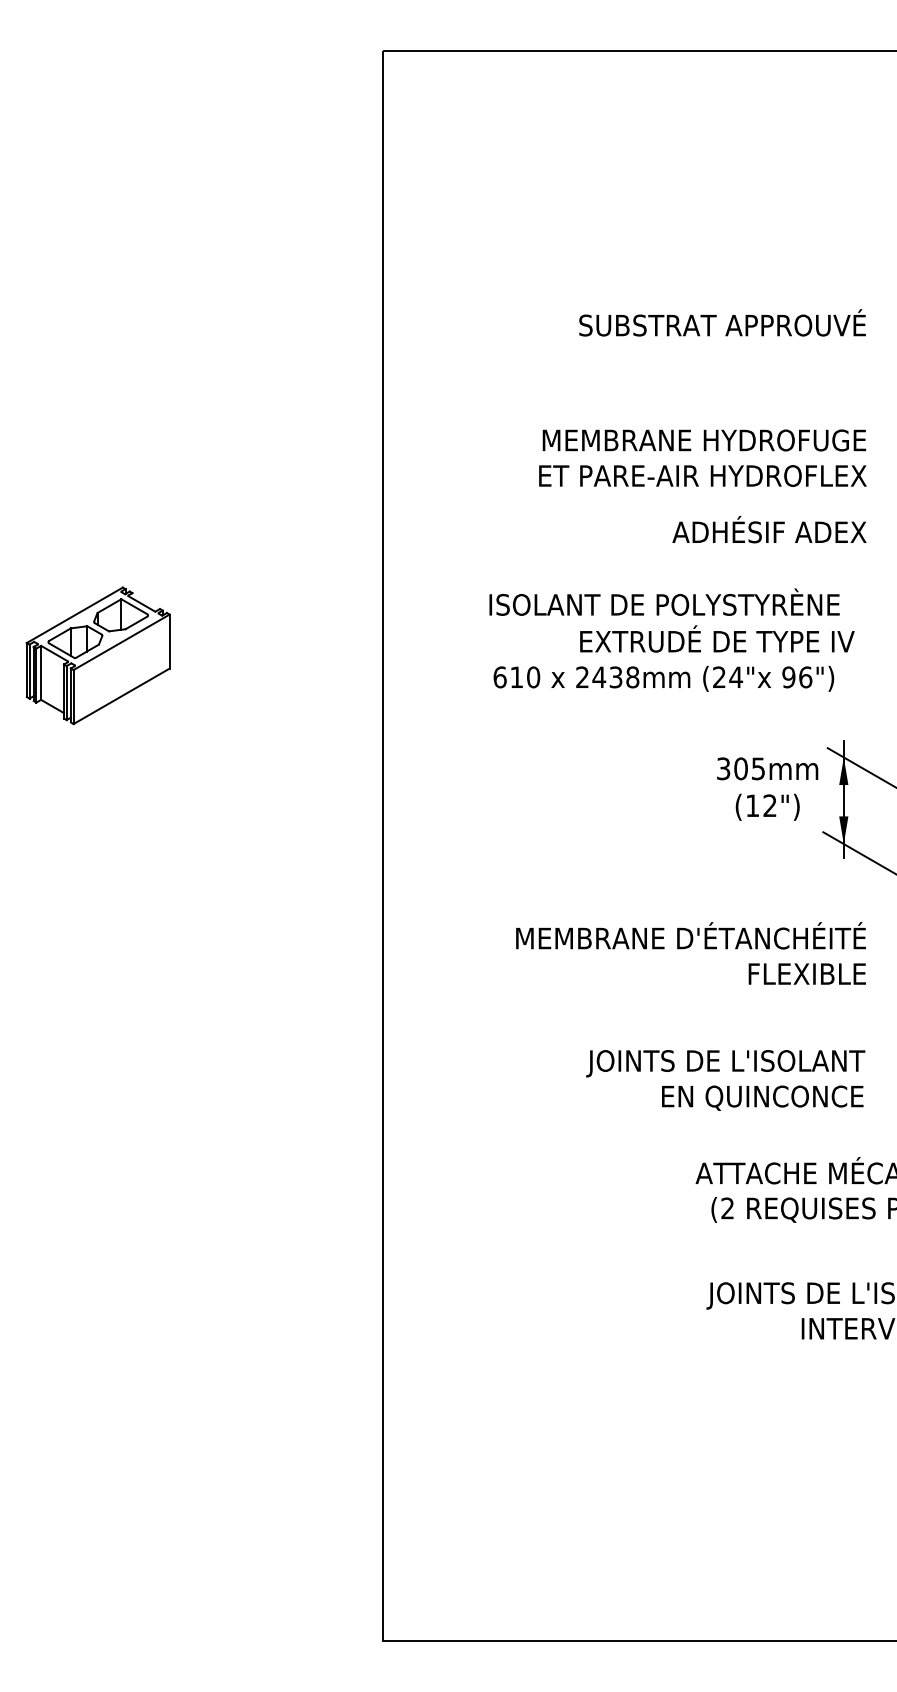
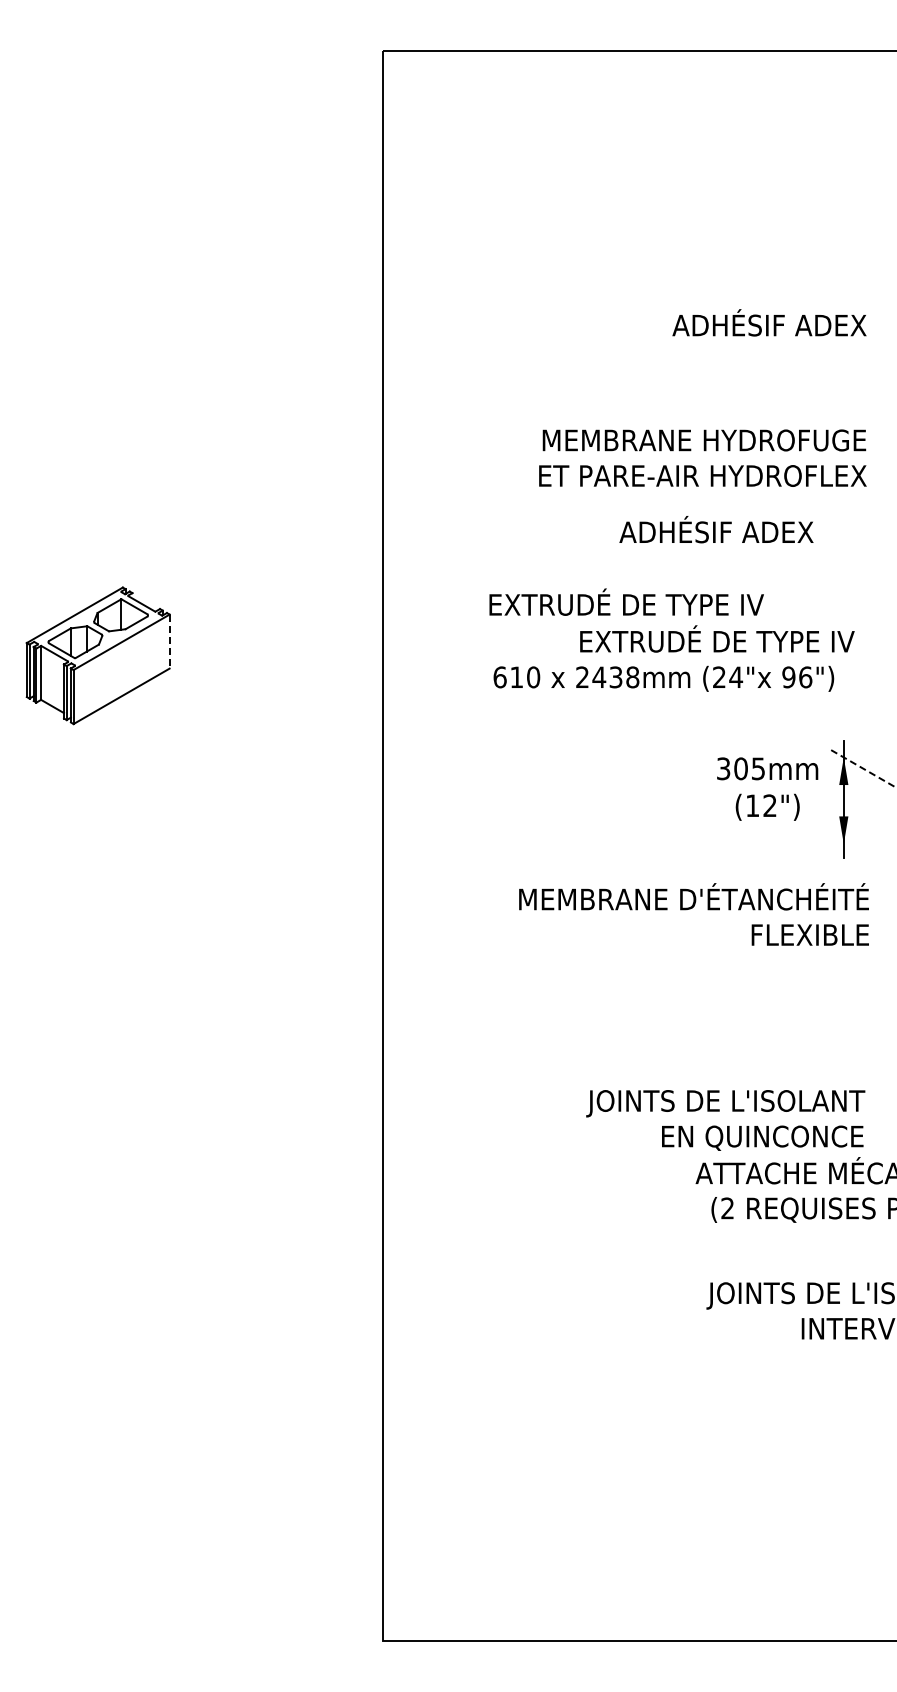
text at (722, 322): SUBSTRAT APPROUVÉ -> ADHÉSIF ADEX
text at (769, 529) position: (769, 529) -> (716, 529)
text at (665, 601): ISOLANT DE POLYSTYRÈNE -> EXTRUDÉ DE TYPE IV
line at (169, 642): solid -> dashed
line at (862, 768): solid -> dashed
line at (858, 852): present -> none
text at (690, 953) position: (690, 953) -> (693, 914)
text at (725, 1080) position: (725, 1080) -> (725, 1120)
